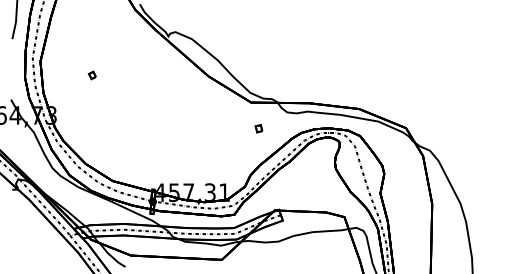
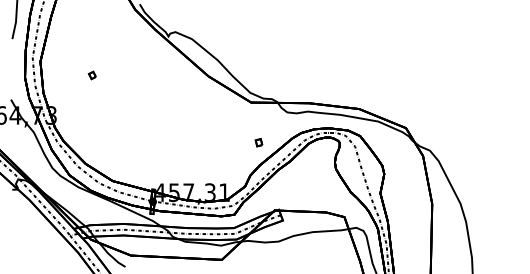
part at (258, 128) position: (258, 128) -> (258, 142)
